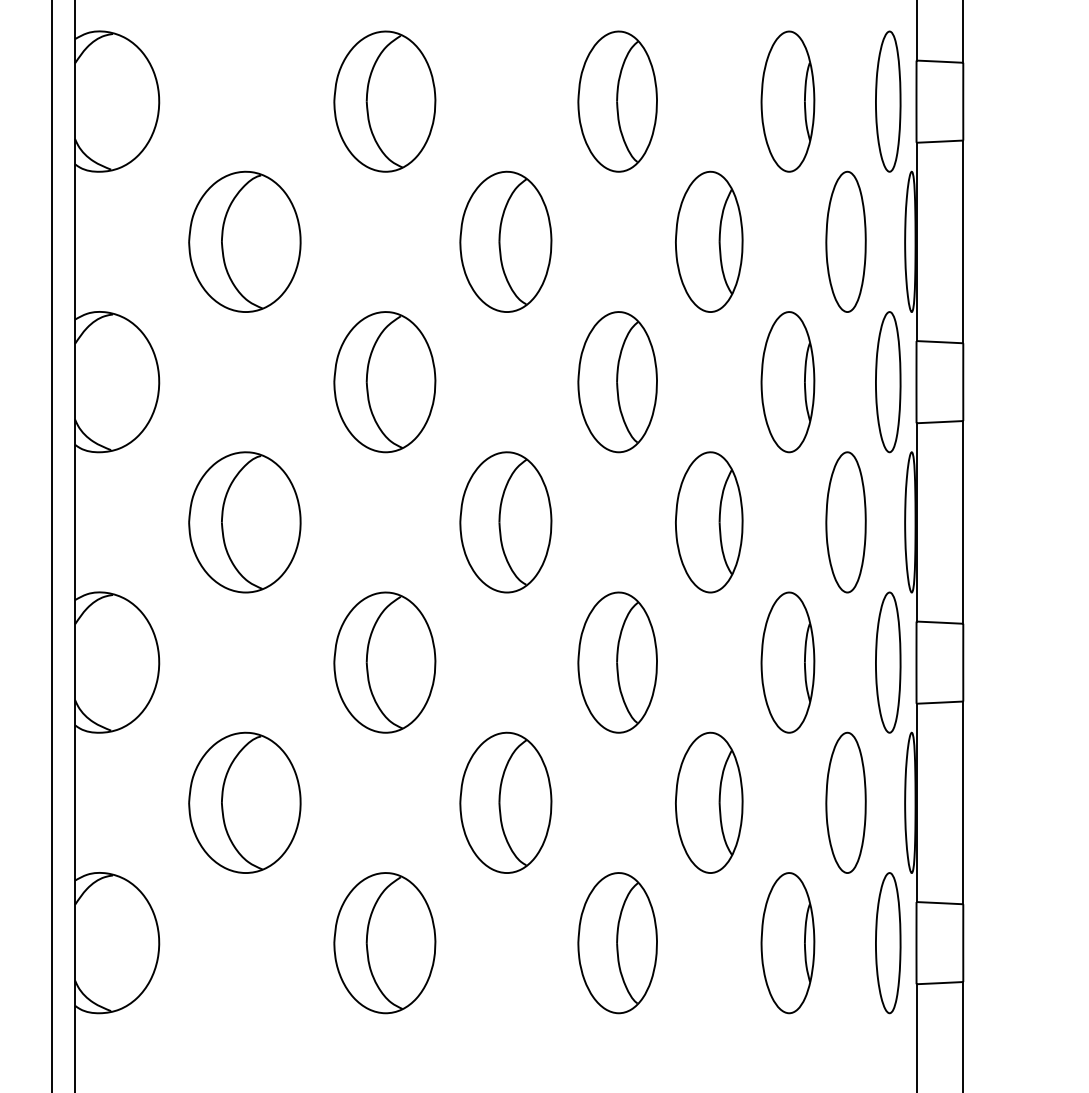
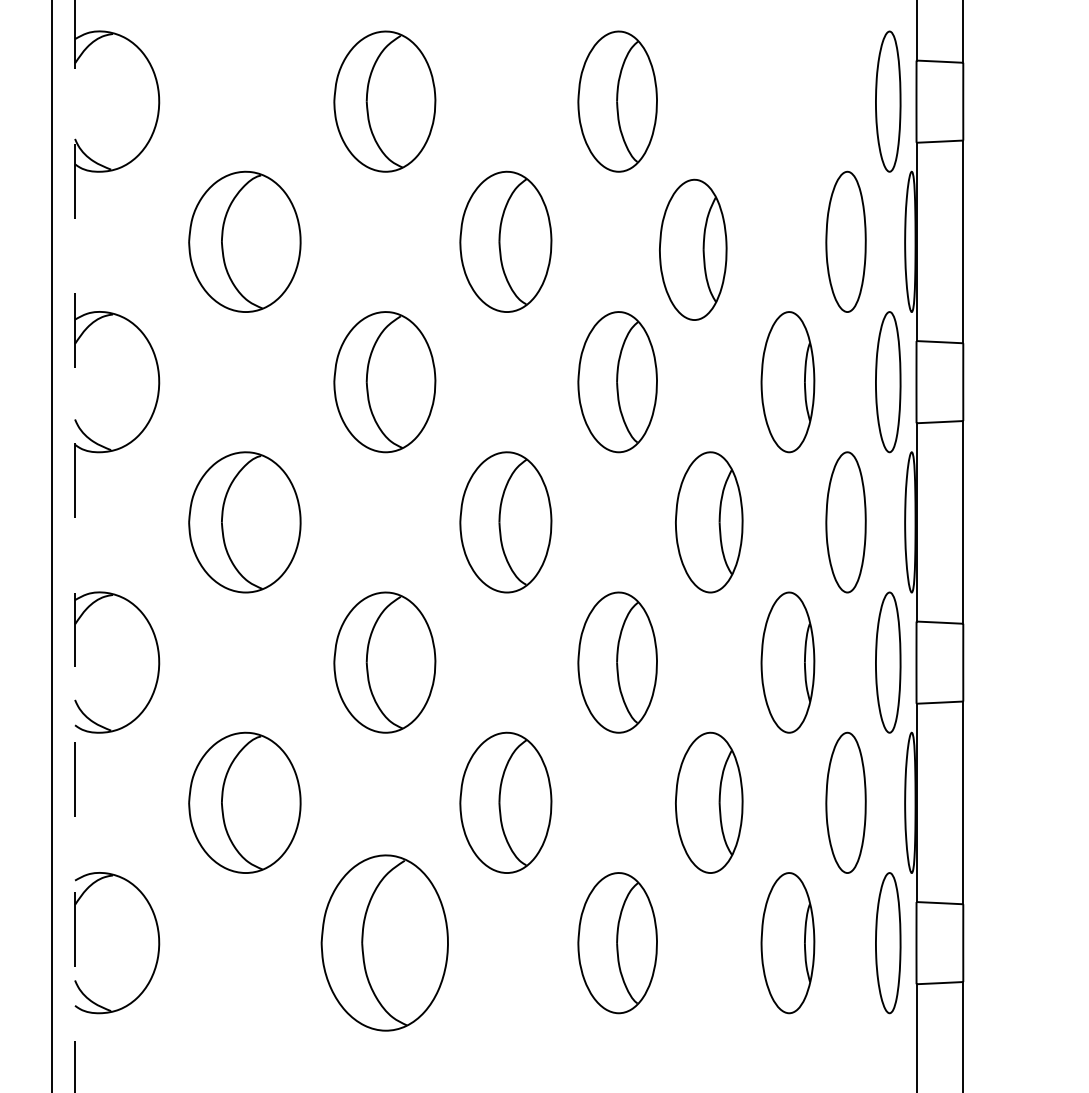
part at (787, 101): present -> none
part at (709, 241) position: (709, 241) -> (693, 249)
line at (75, 546): solid -> dashed
part at (384, 943) size: 104x143 px -> 129x178 px
